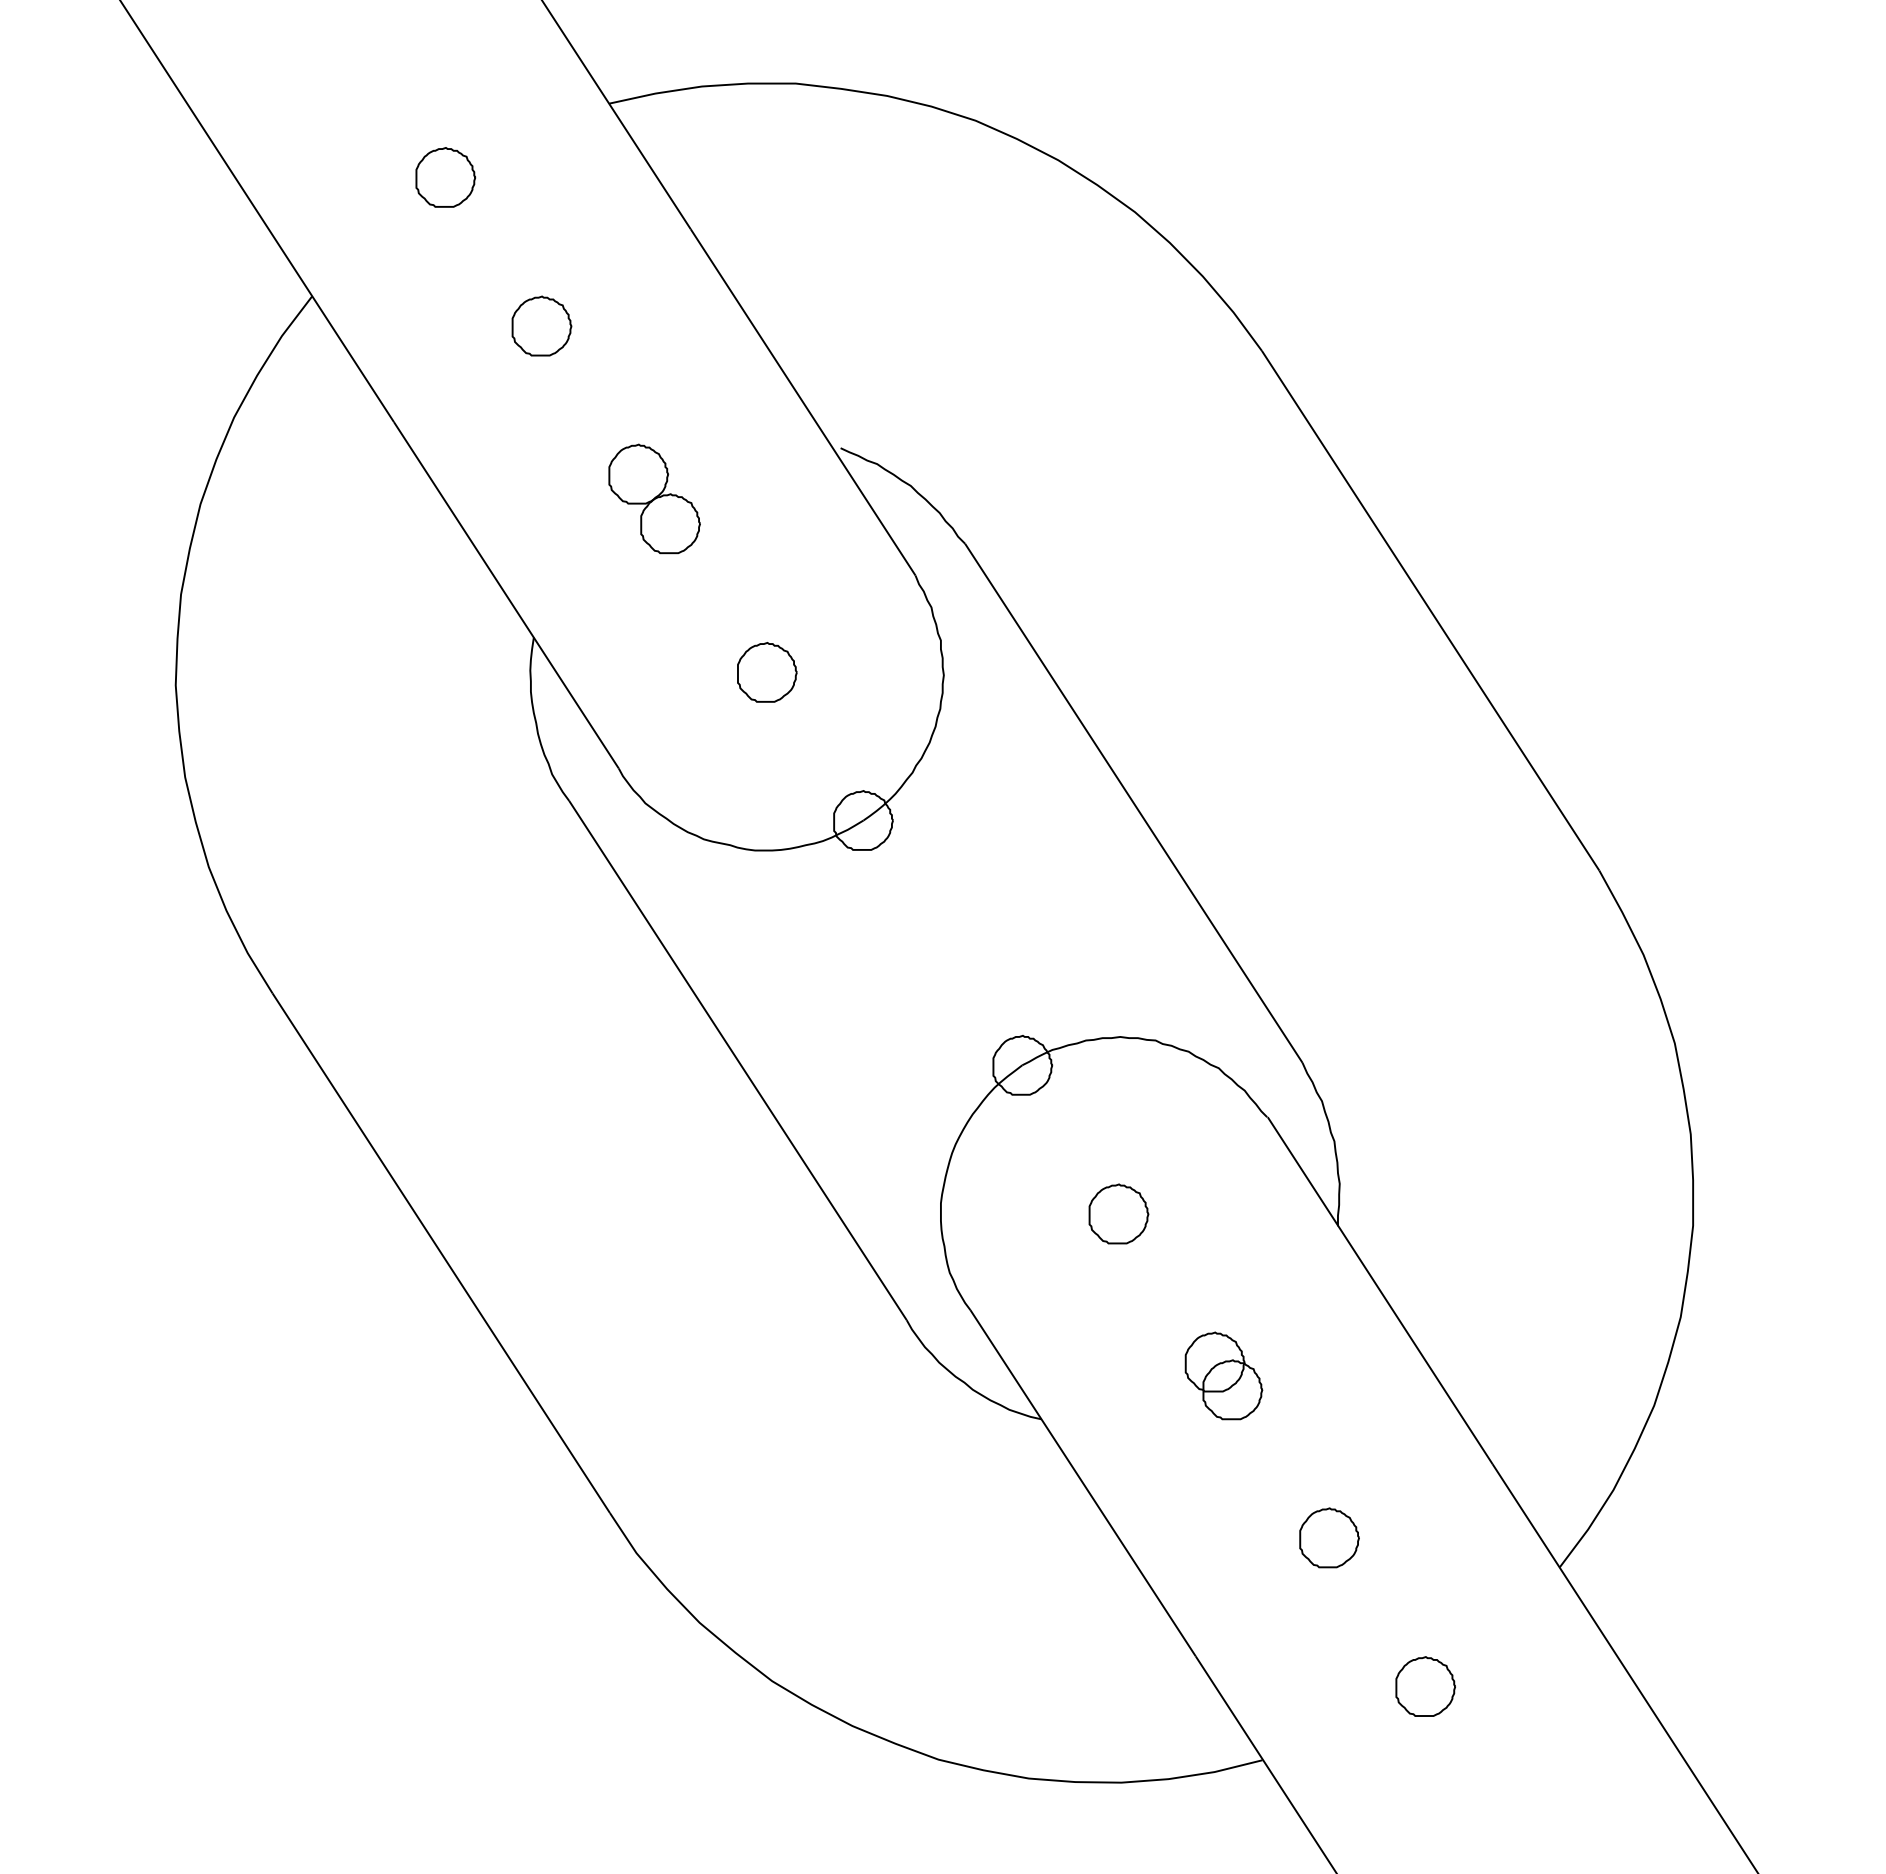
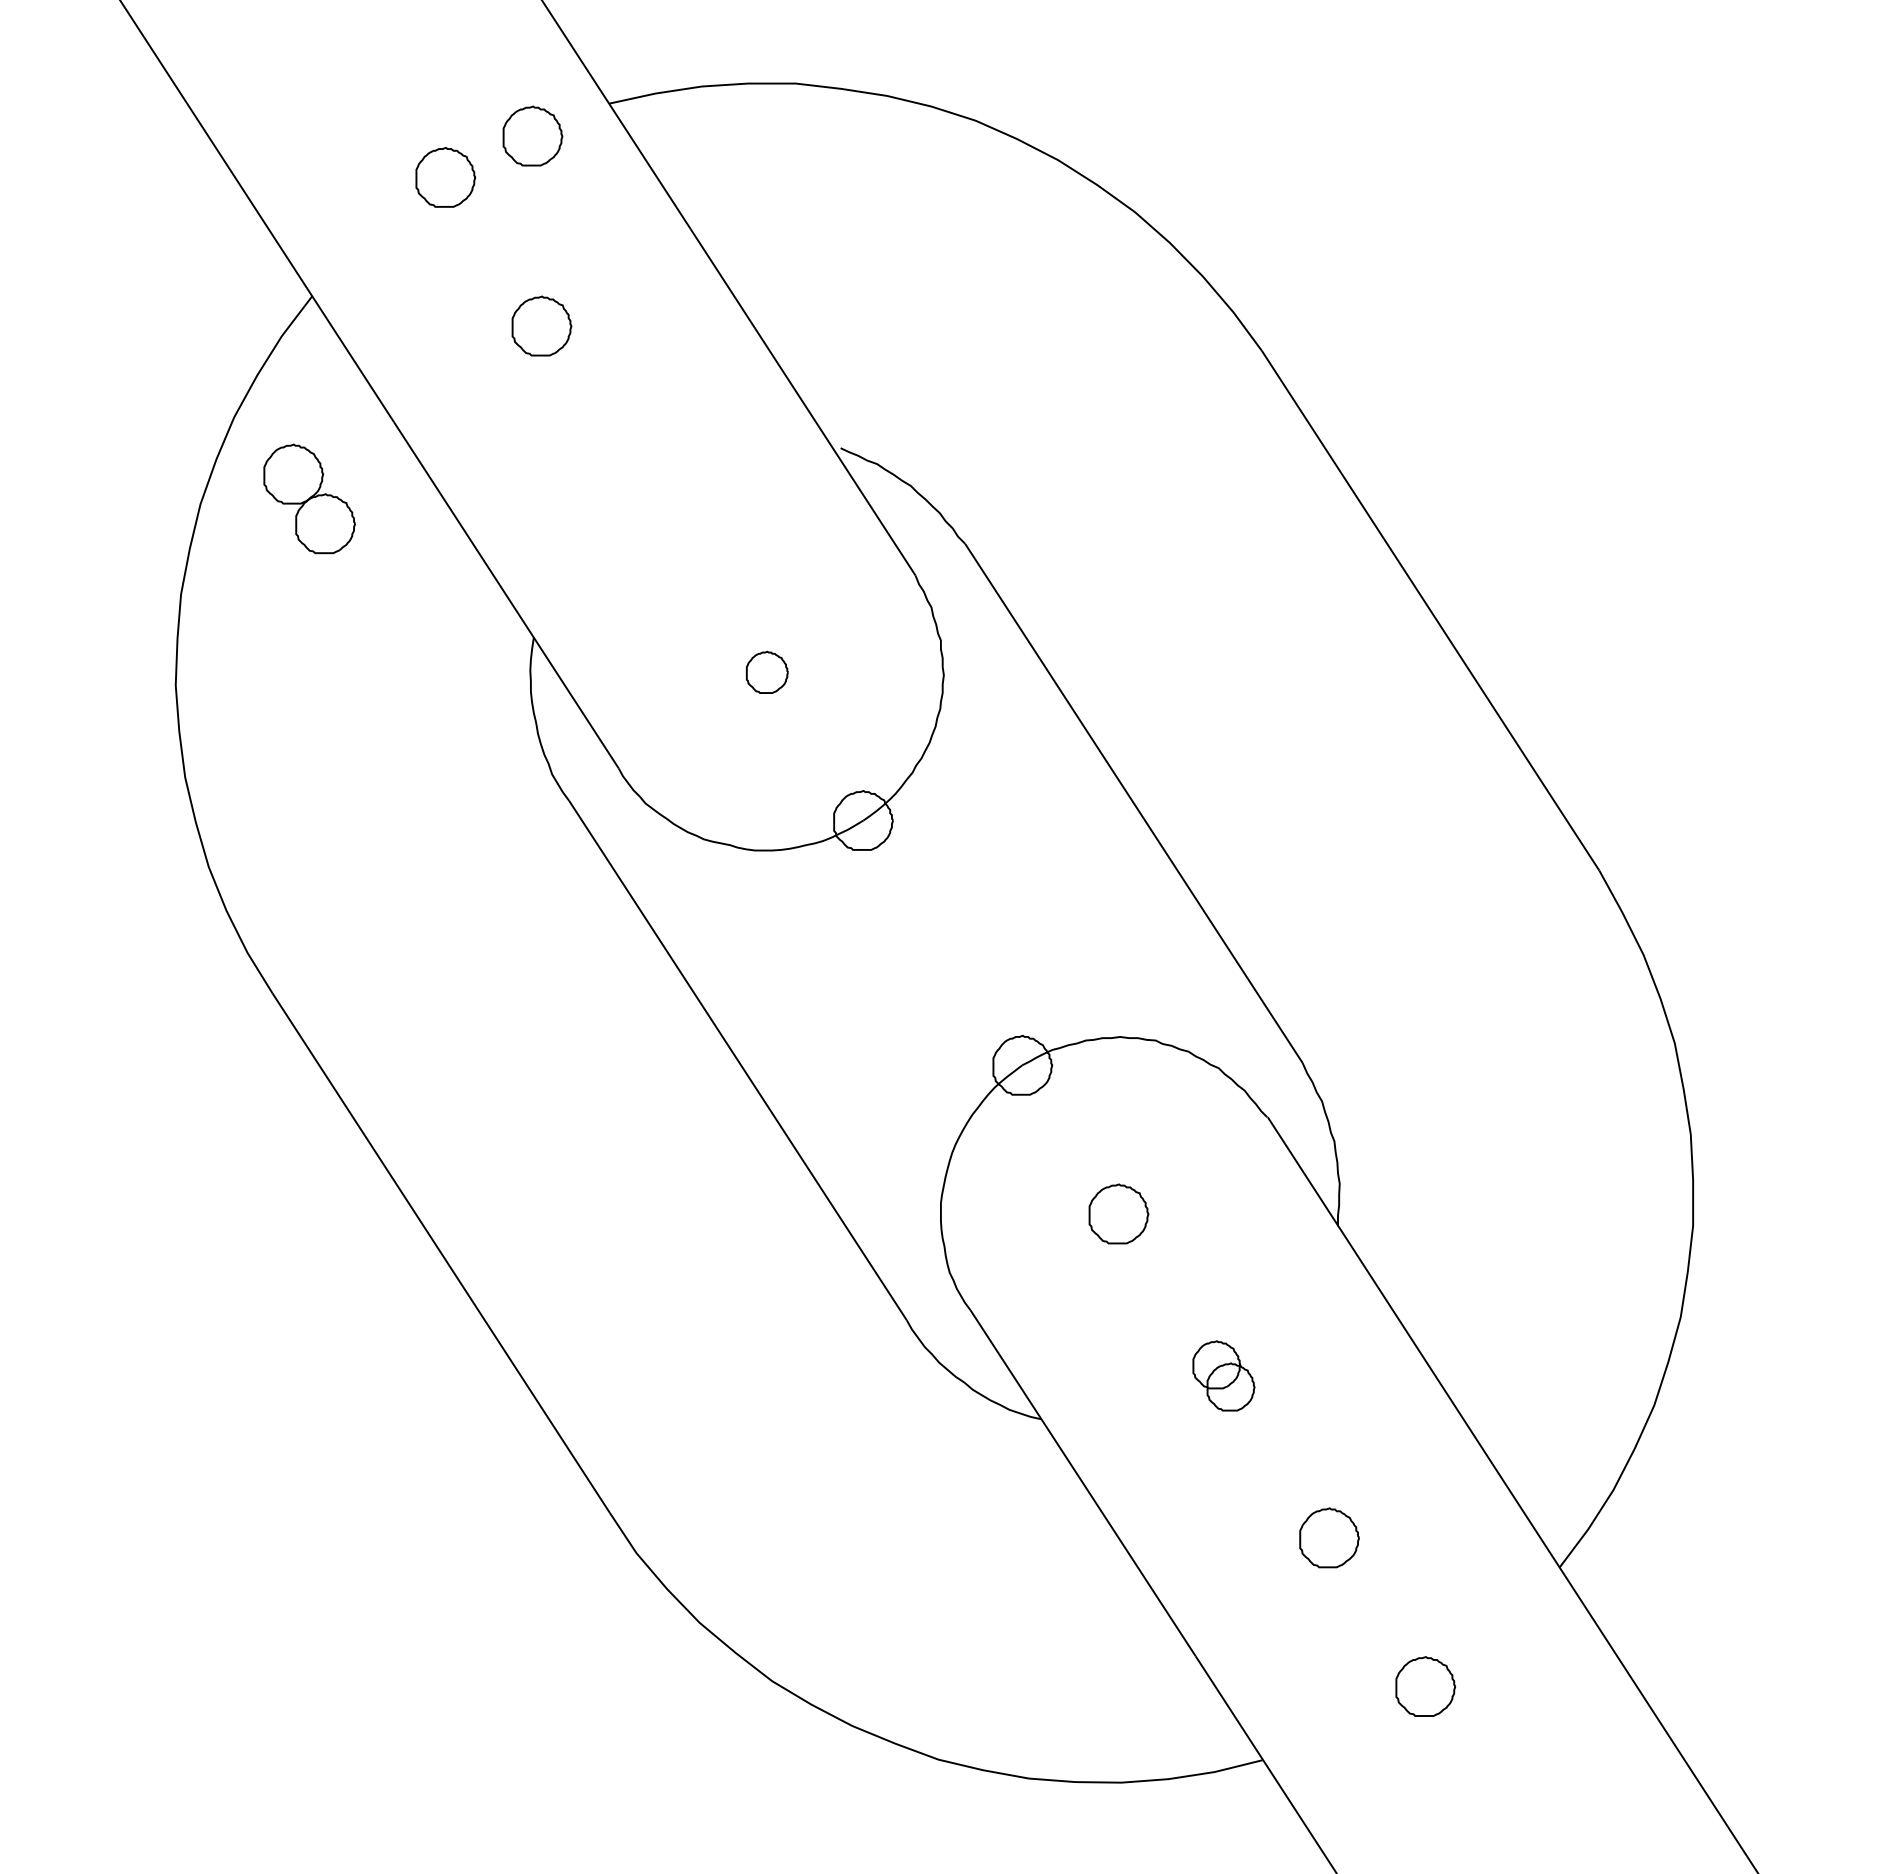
part at (532, 135): none -> present
part at (654, 498) position: (654, 498) -> (309, 498)
part at (767, 672) size: 61x61 px -> 43x44 px
part at (1223, 1375) size: 80x90 px -> 64x72 px
